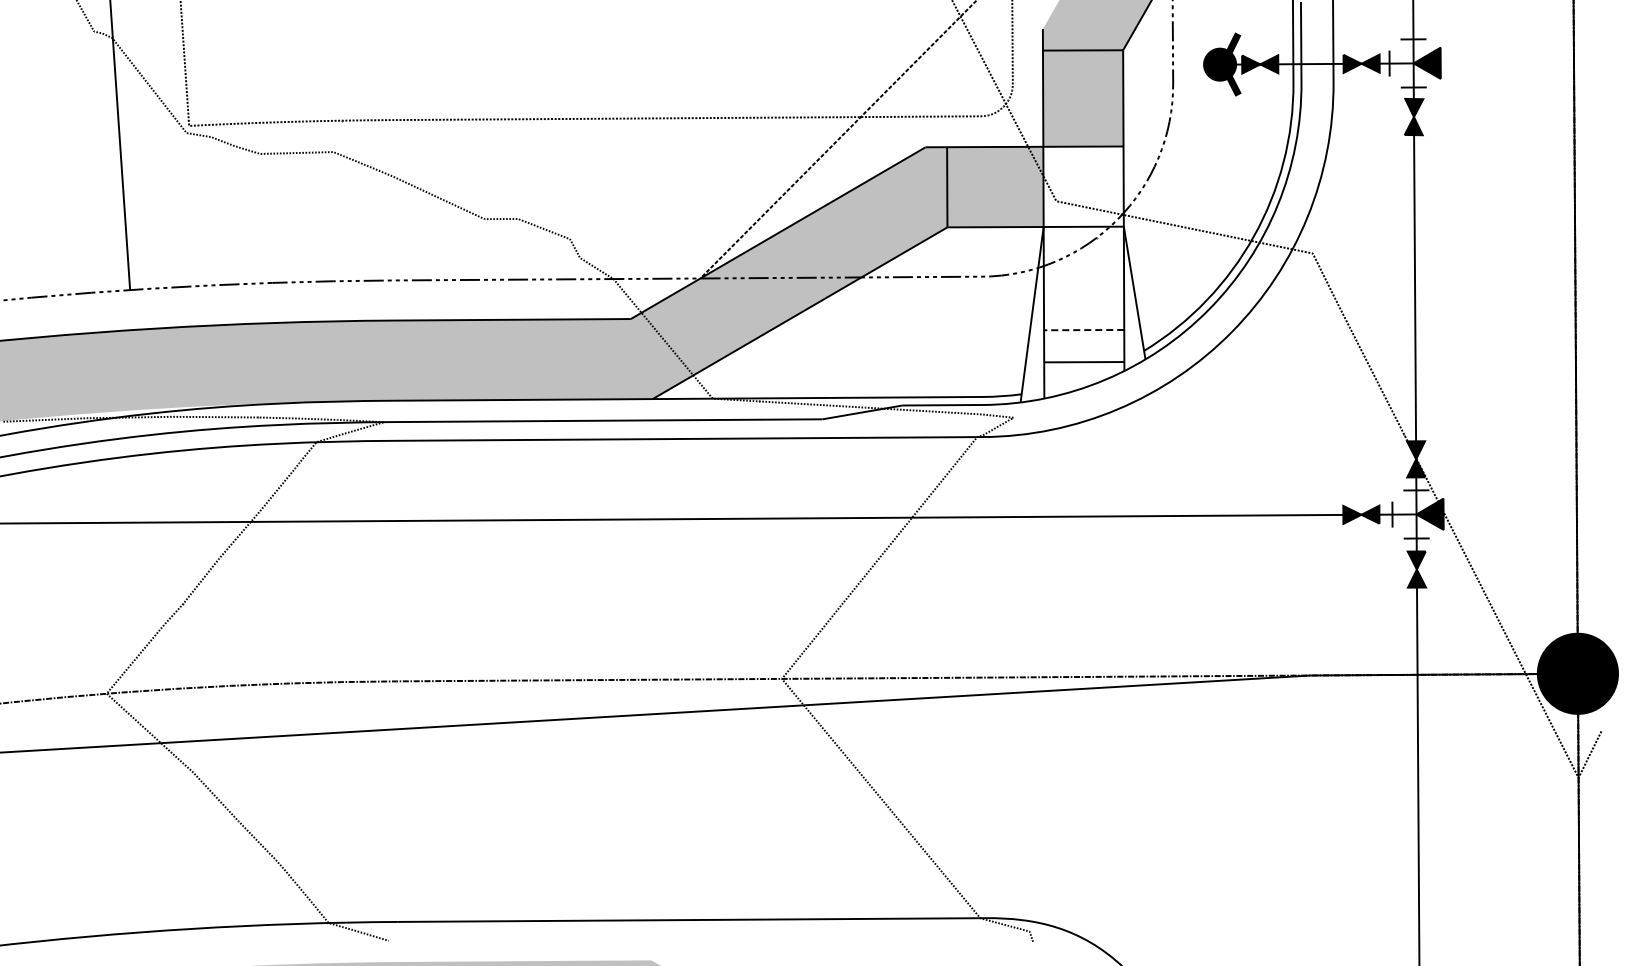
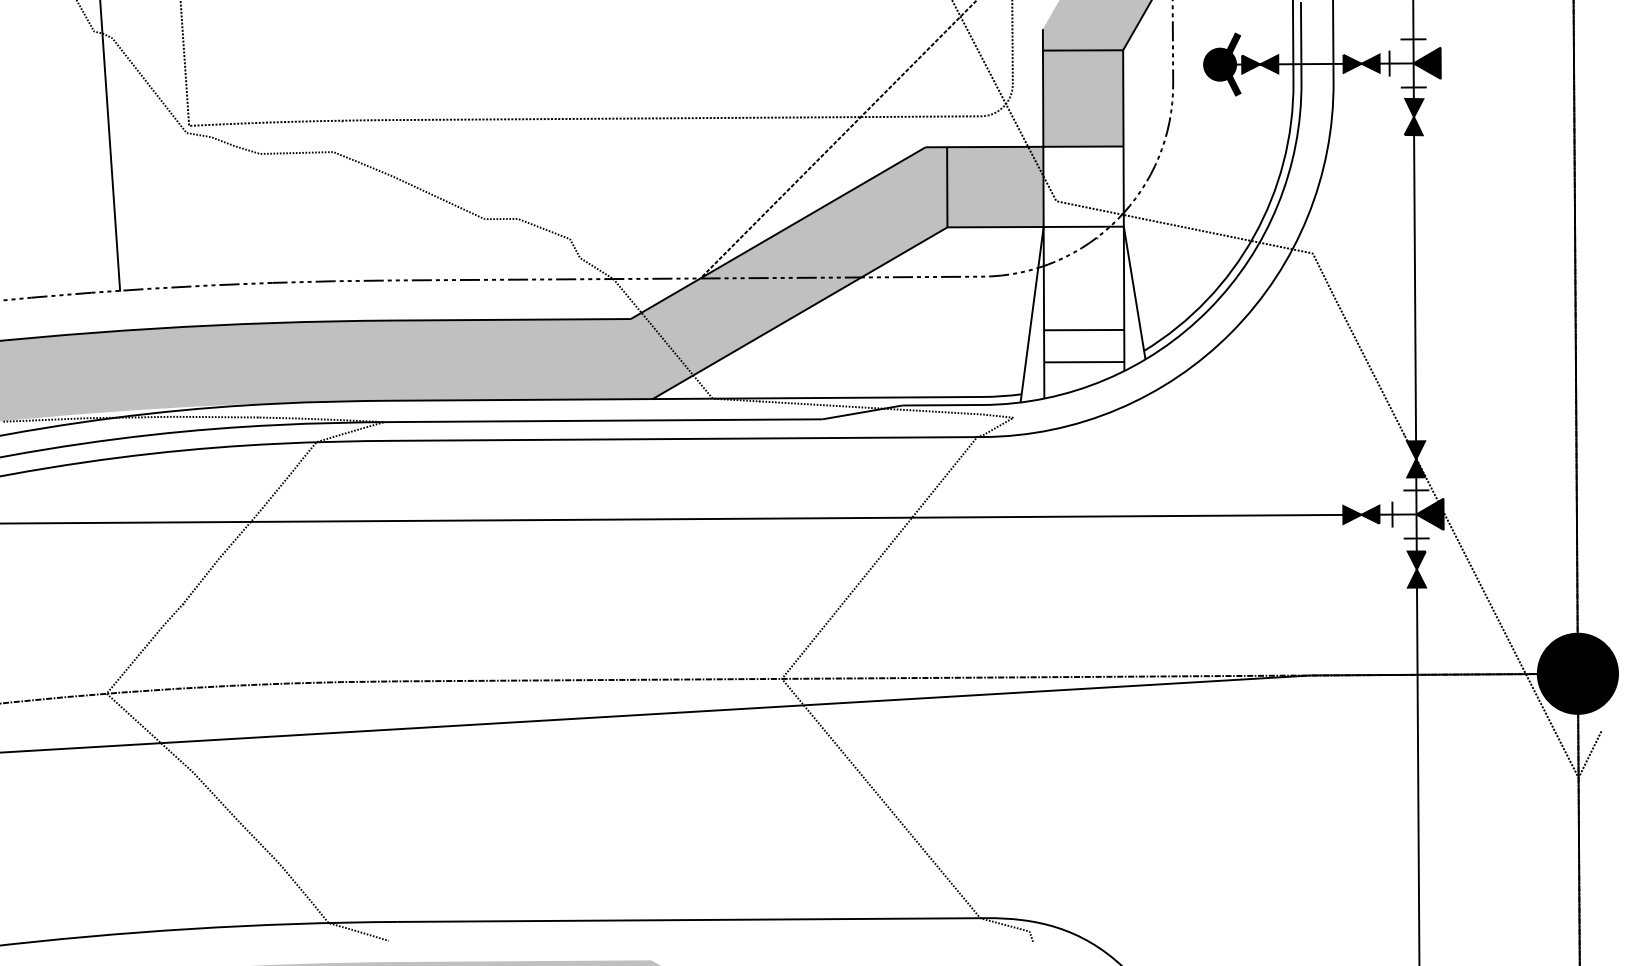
line at (120, 145) position: (120, 145) -> (110, 146)
line at (1083, 330): dashed -> solid
